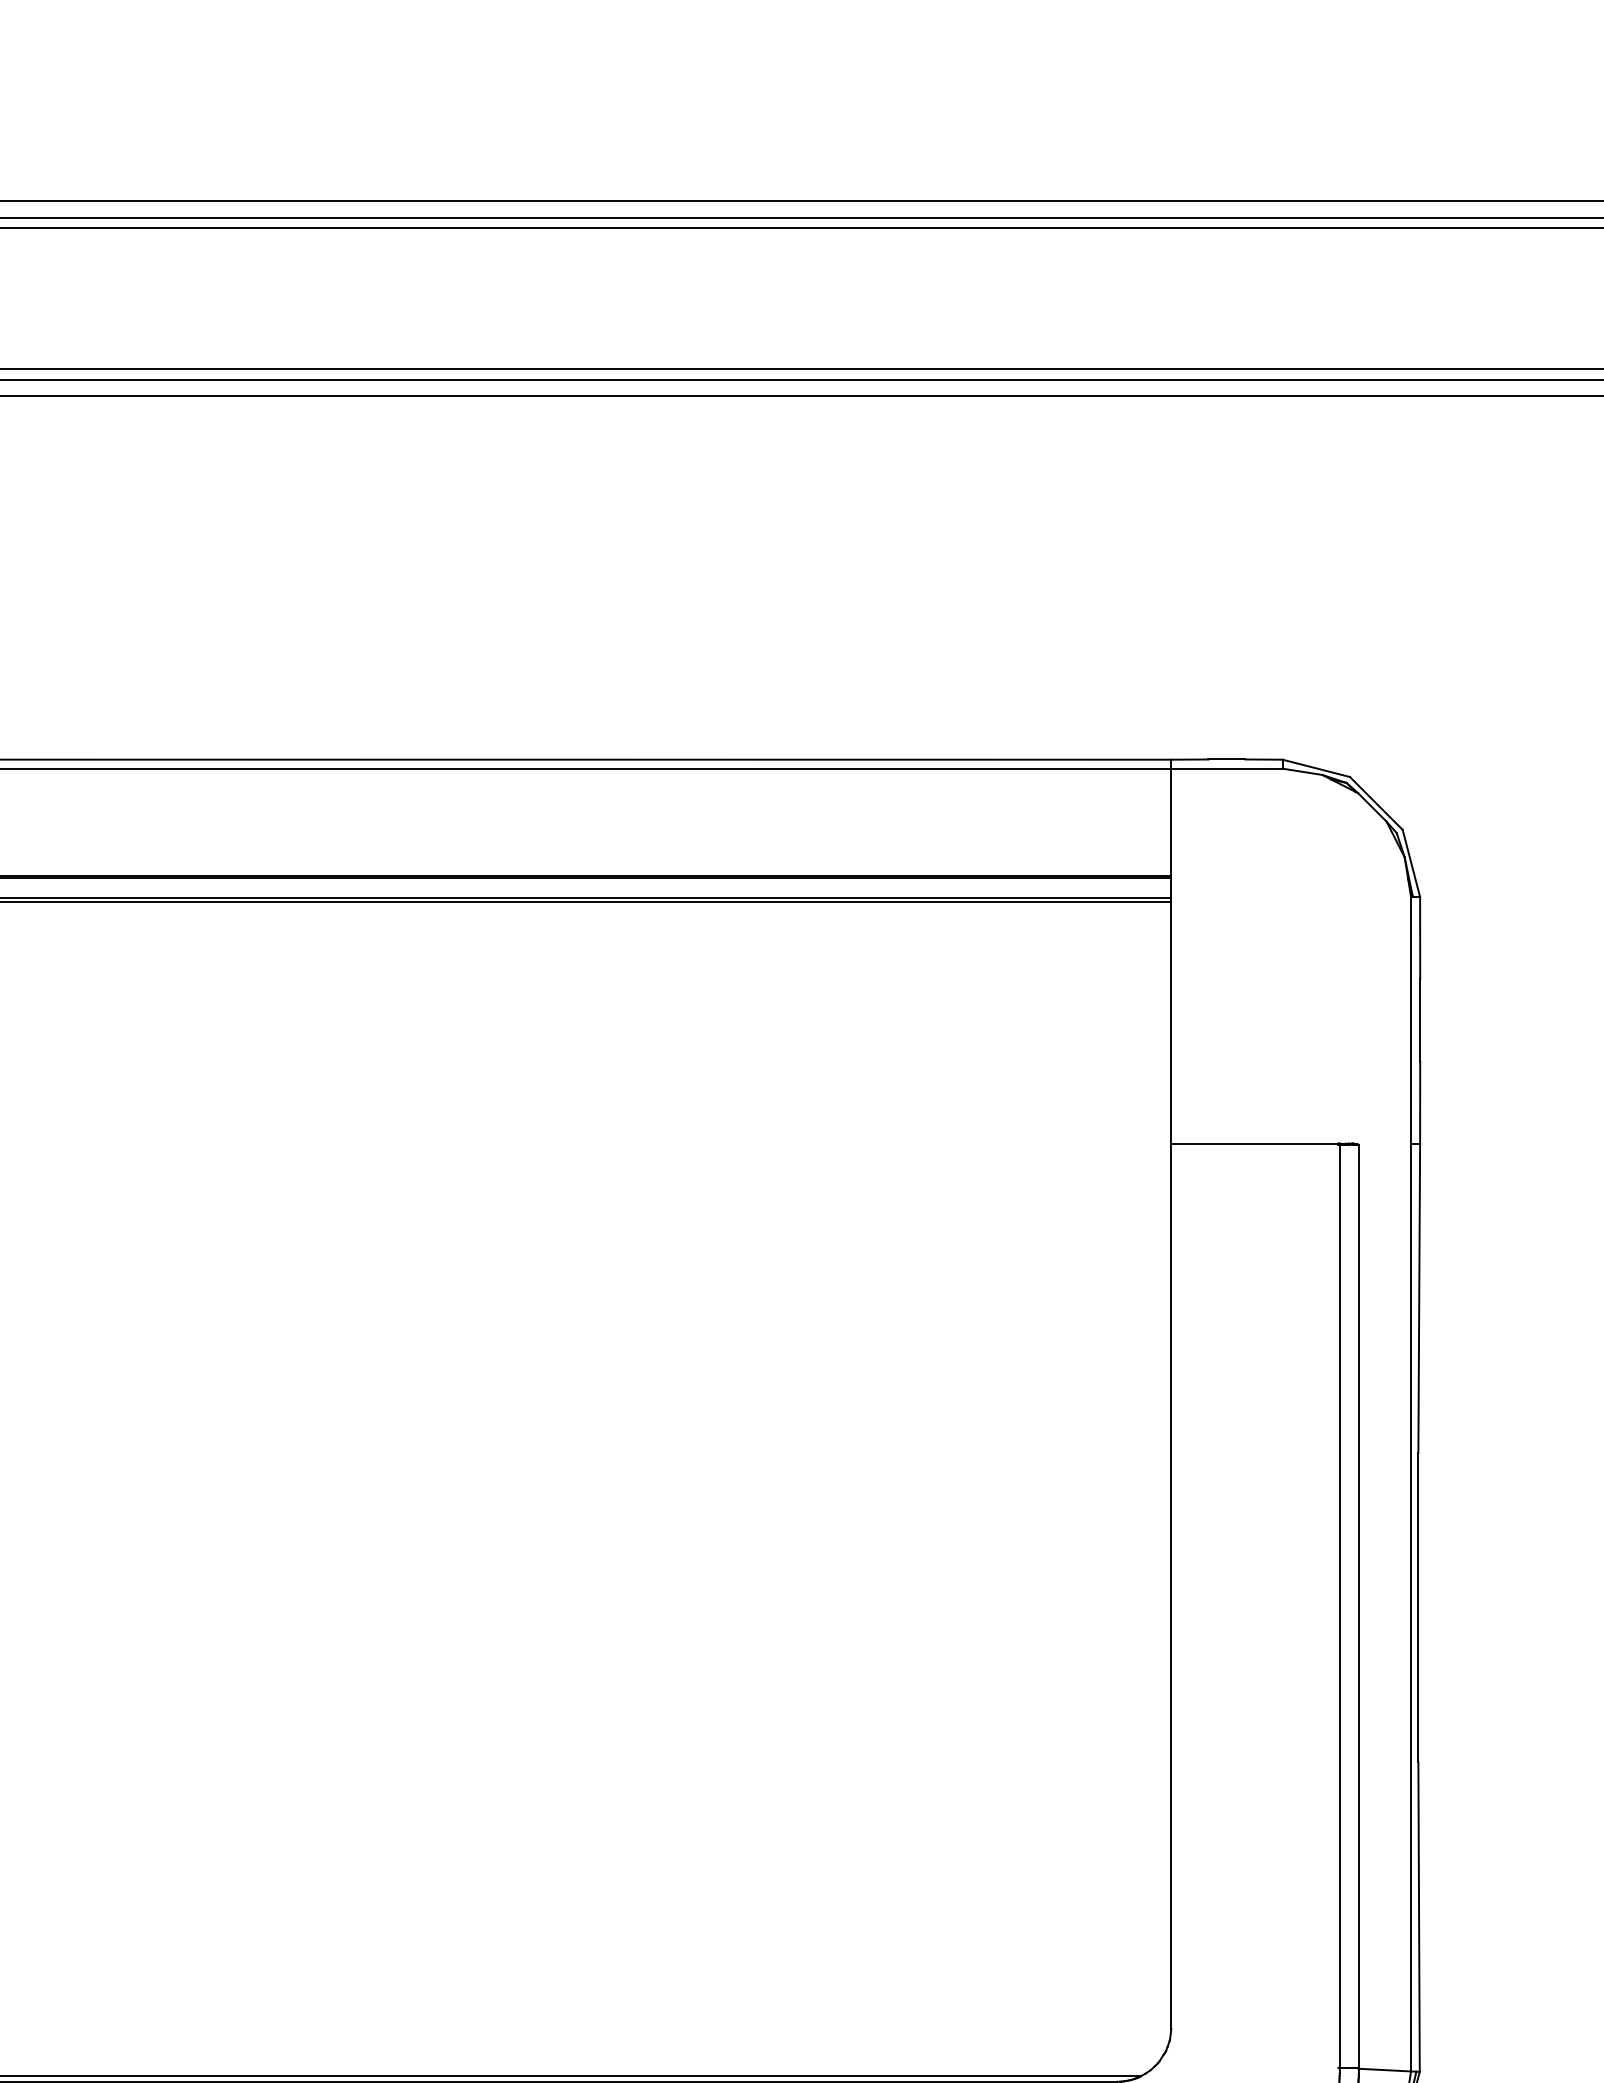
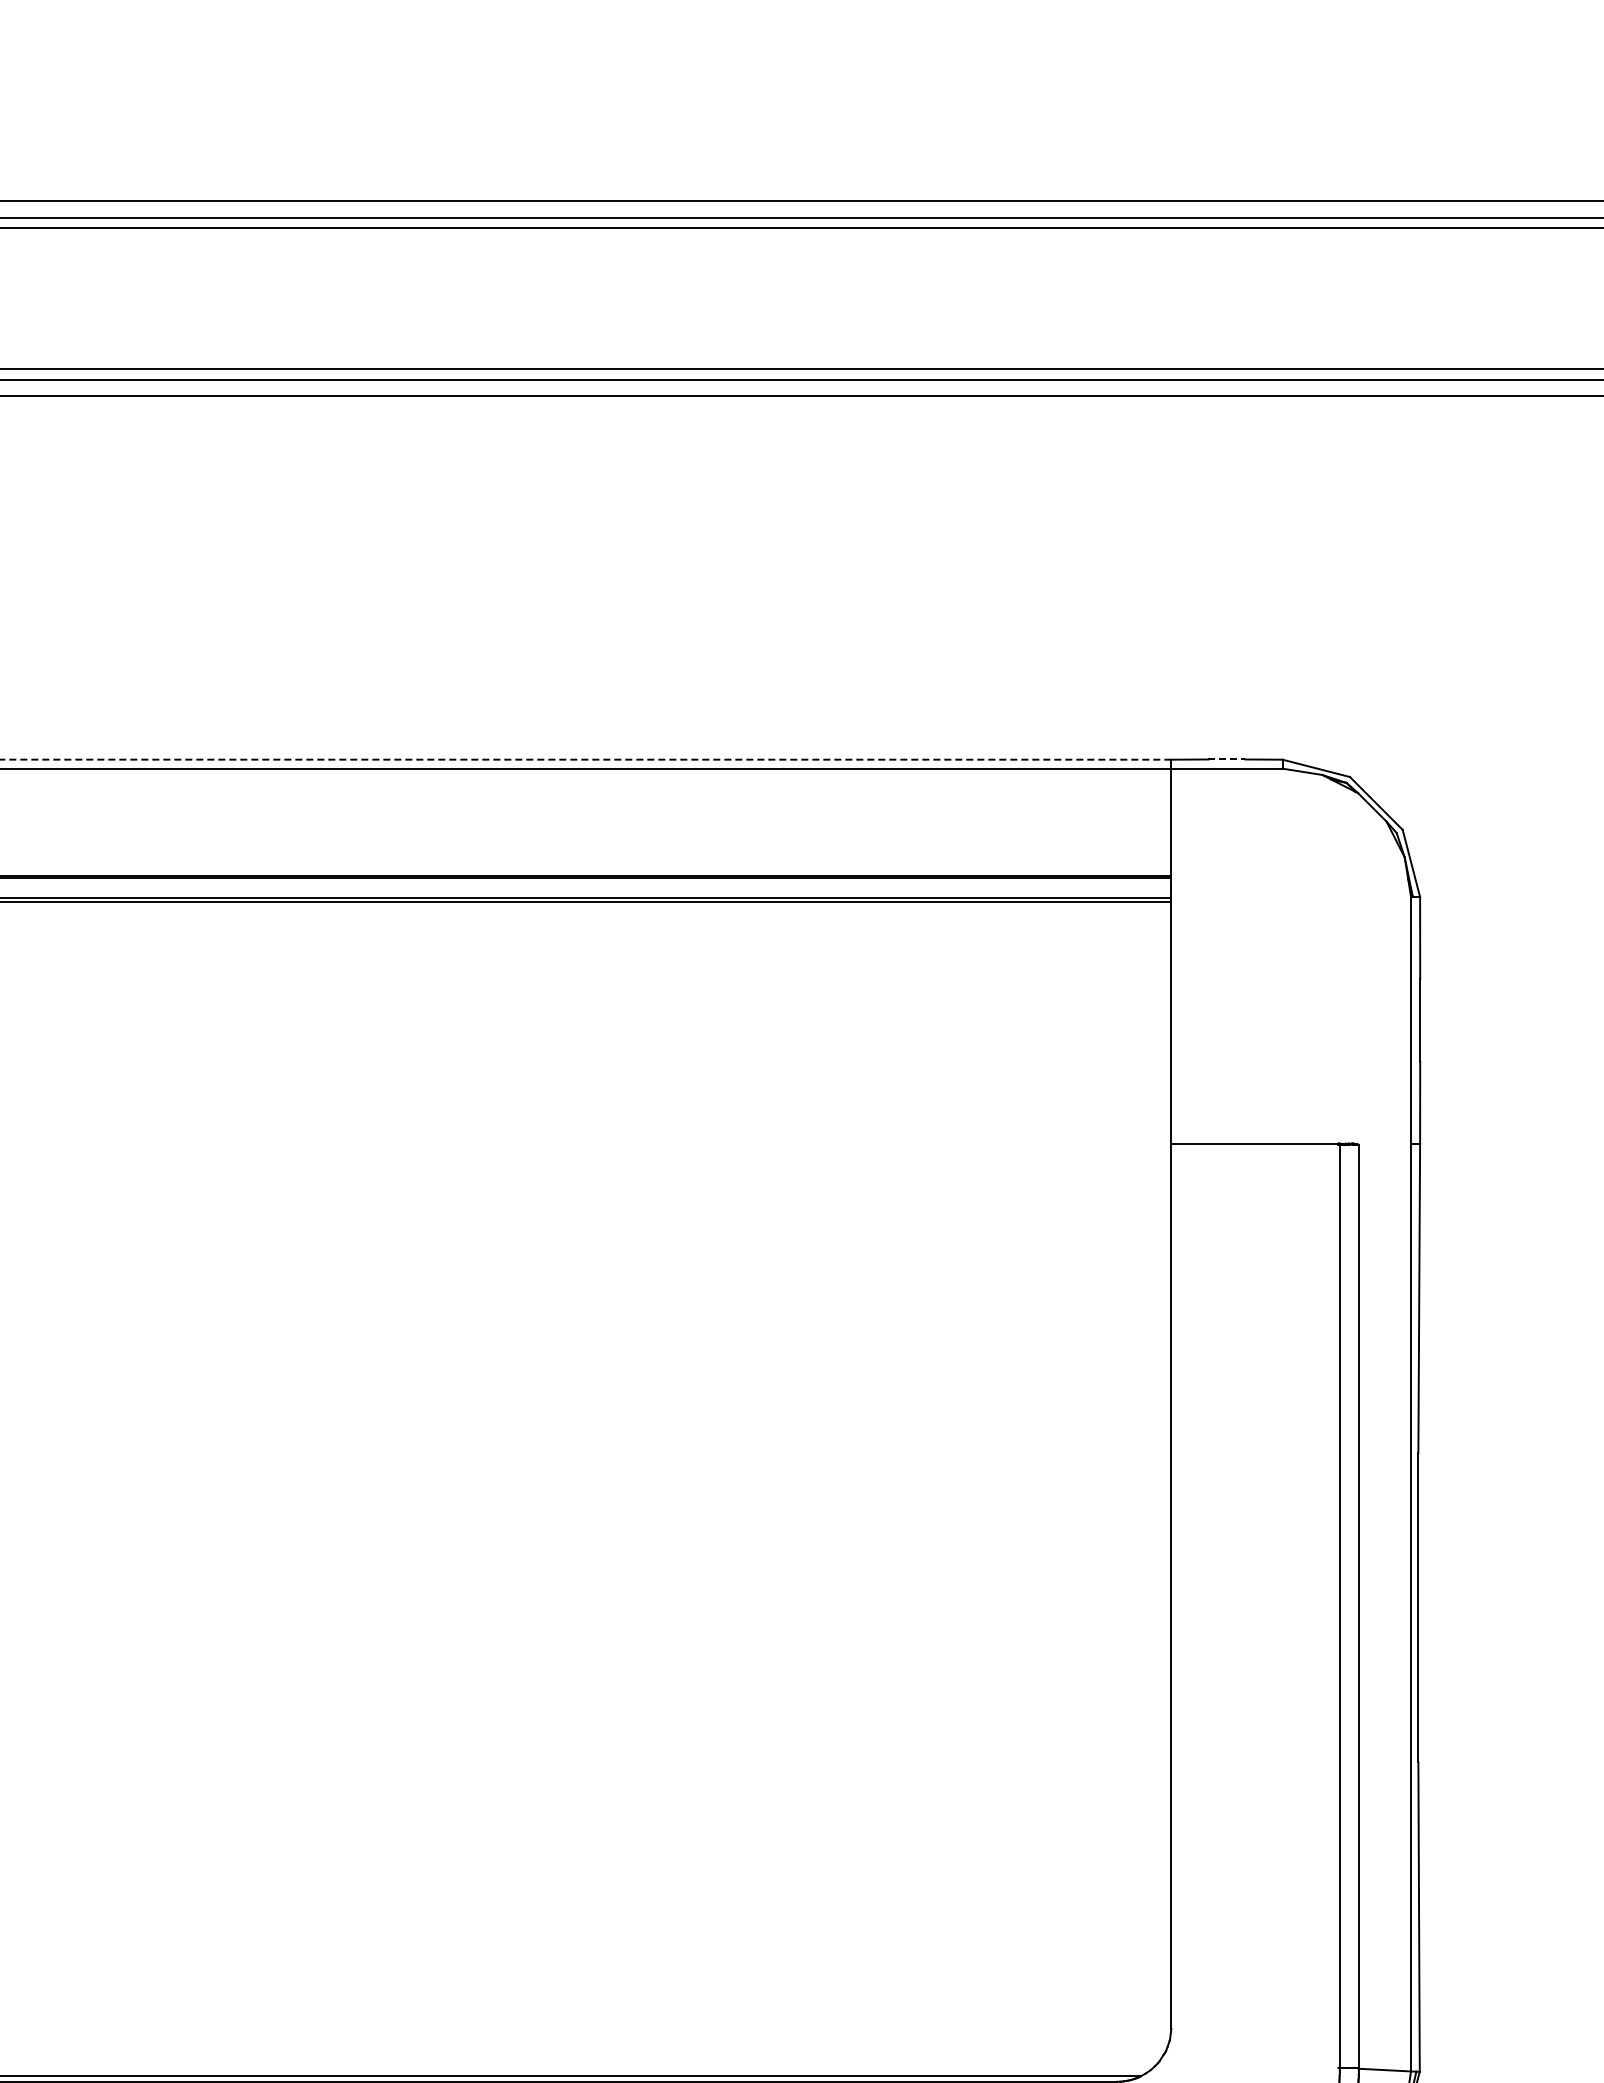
line at (585, 759): solid -> dashed
line at (1226, 759): solid -> dashed
